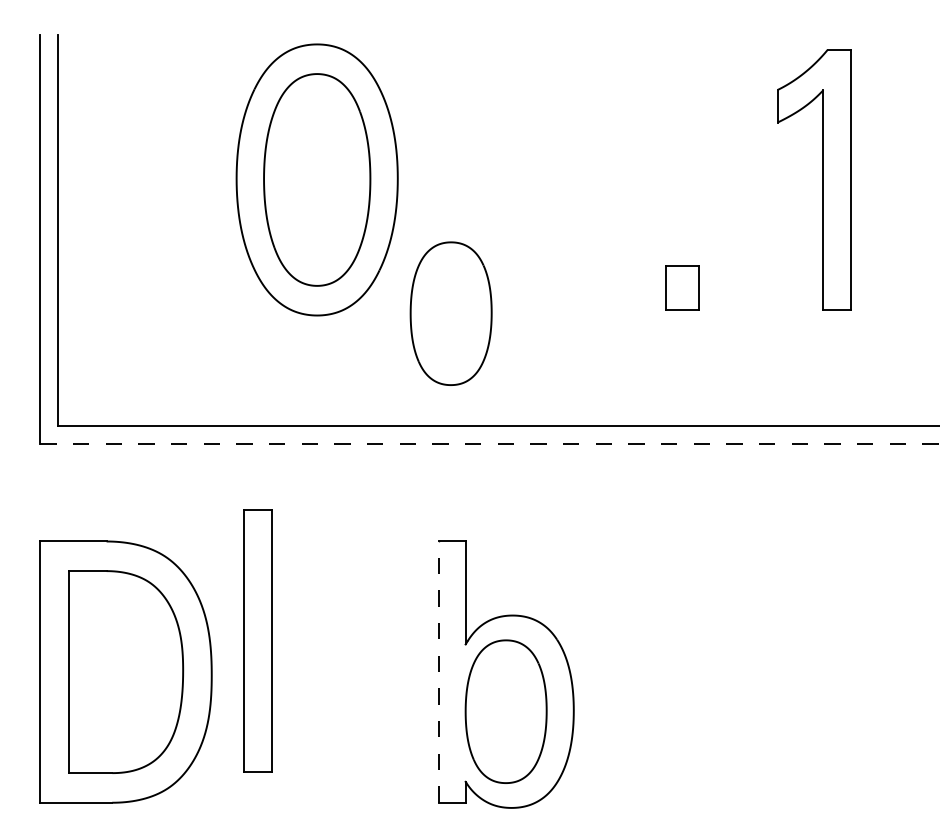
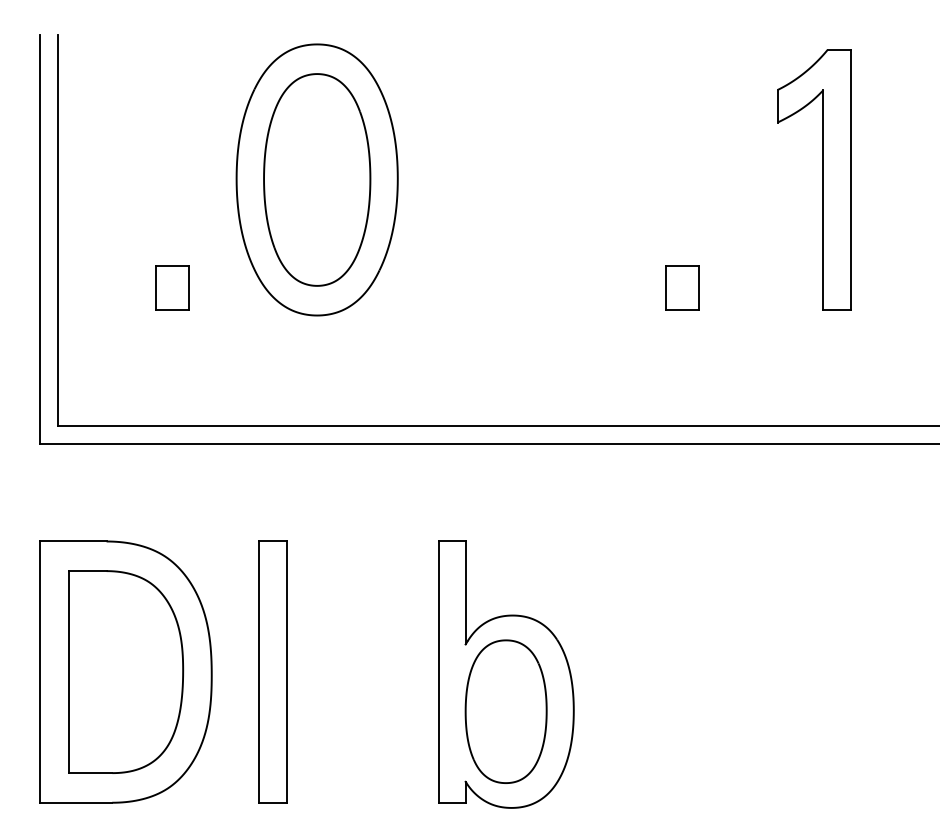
part at (172, 287): none -> present
part at (450, 313): present -> none
line at (490, 443): dashed -> solid
part at (257, 640) position: (257, 640) -> (272, 671)
line at (438, 672): dashed -> solid
